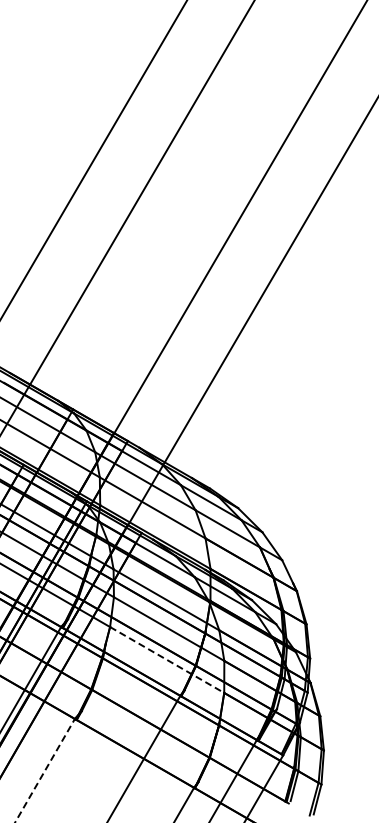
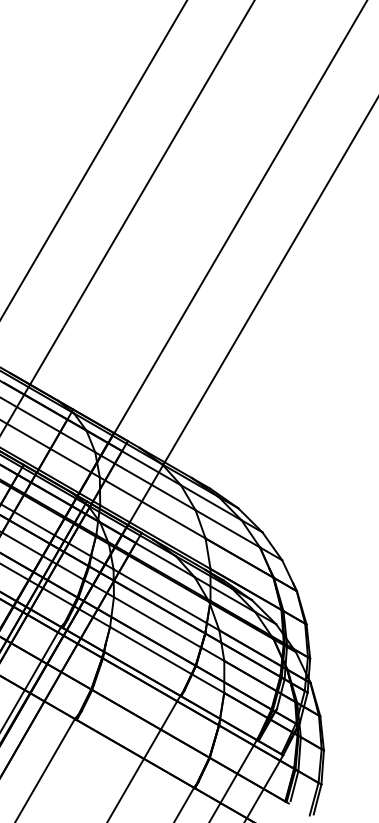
line at (167, 660): dashed -> solid
line at (44, 770): dashed -> solid
